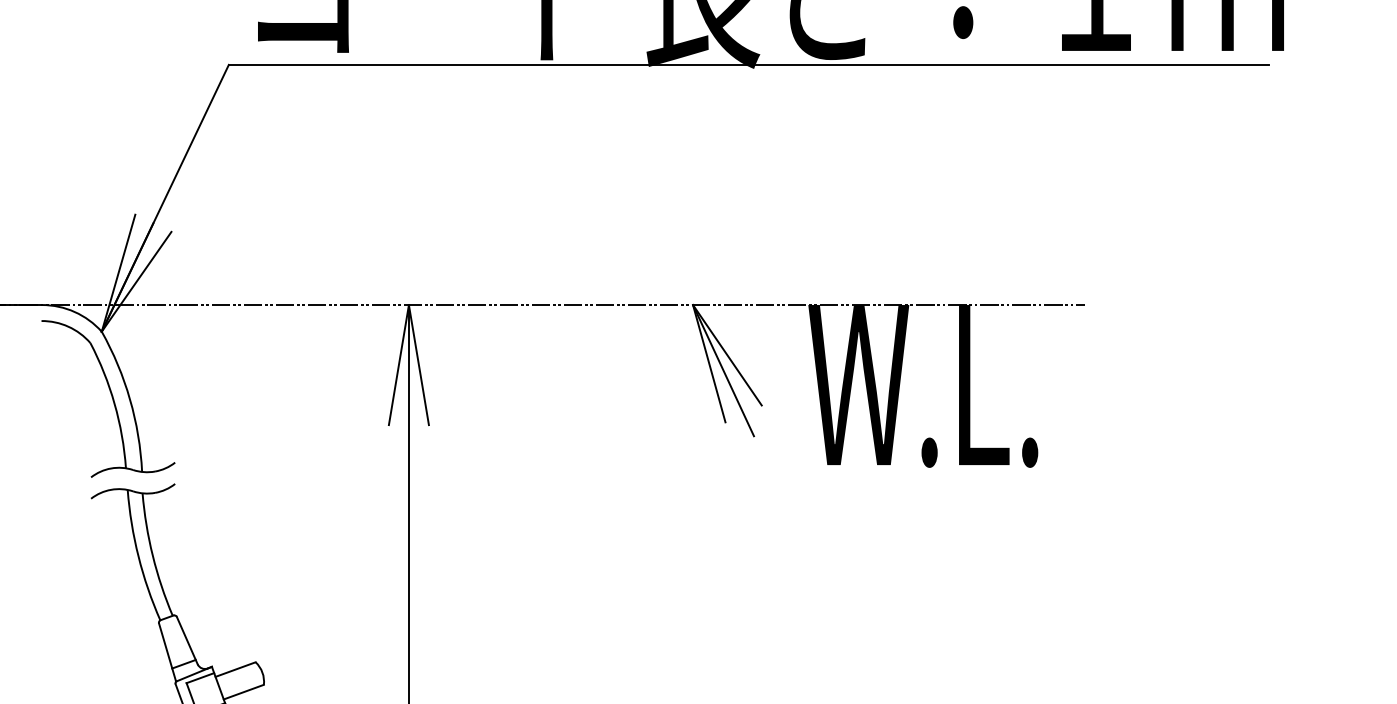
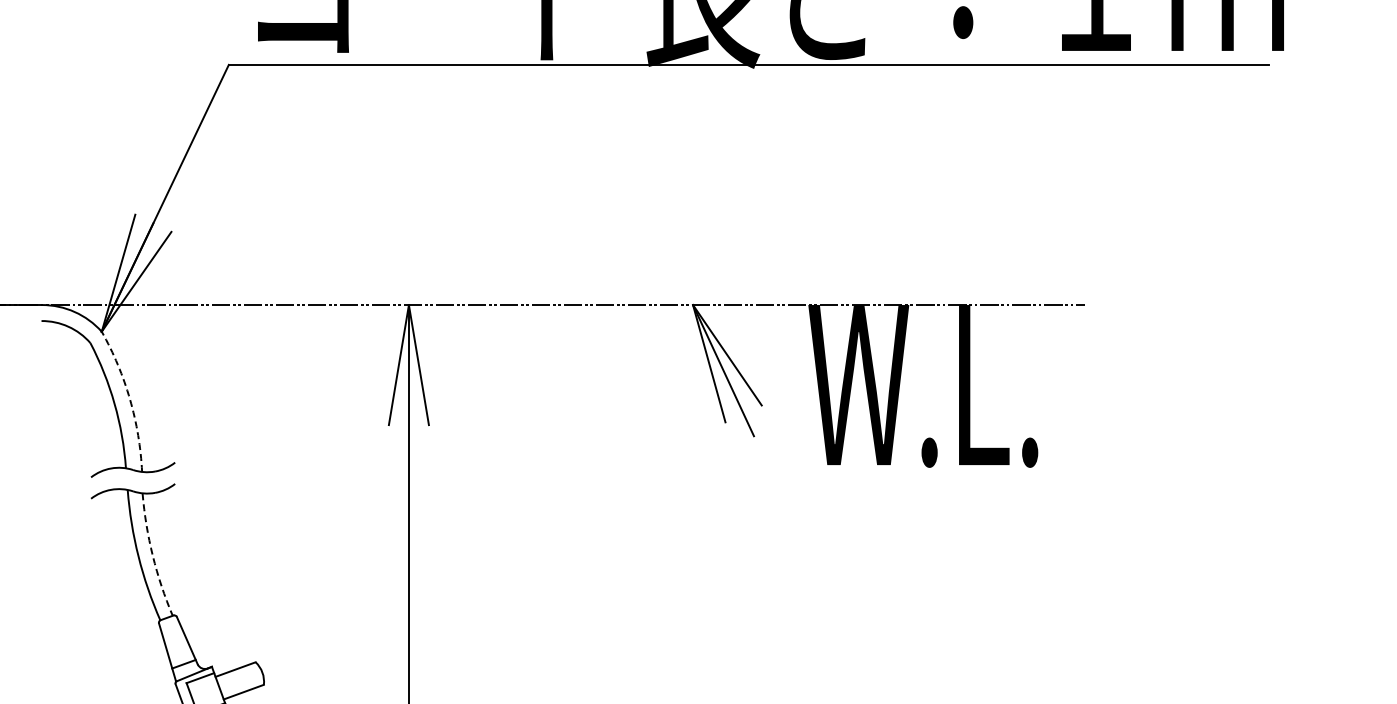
arc at (130, 399): solid -> dashed
arc at (152, 555): solid -> dashed
